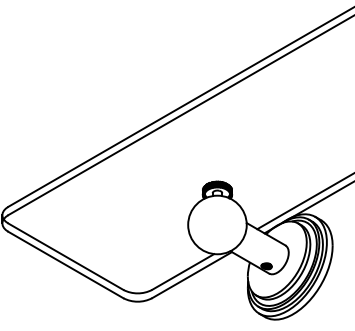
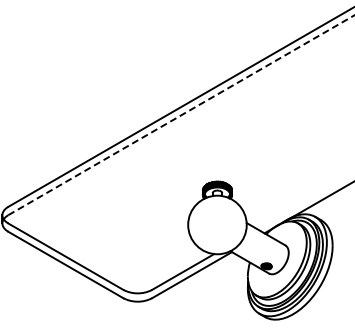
line at (181, 115): solid -> dashed
line at (304, 201): present -> none
